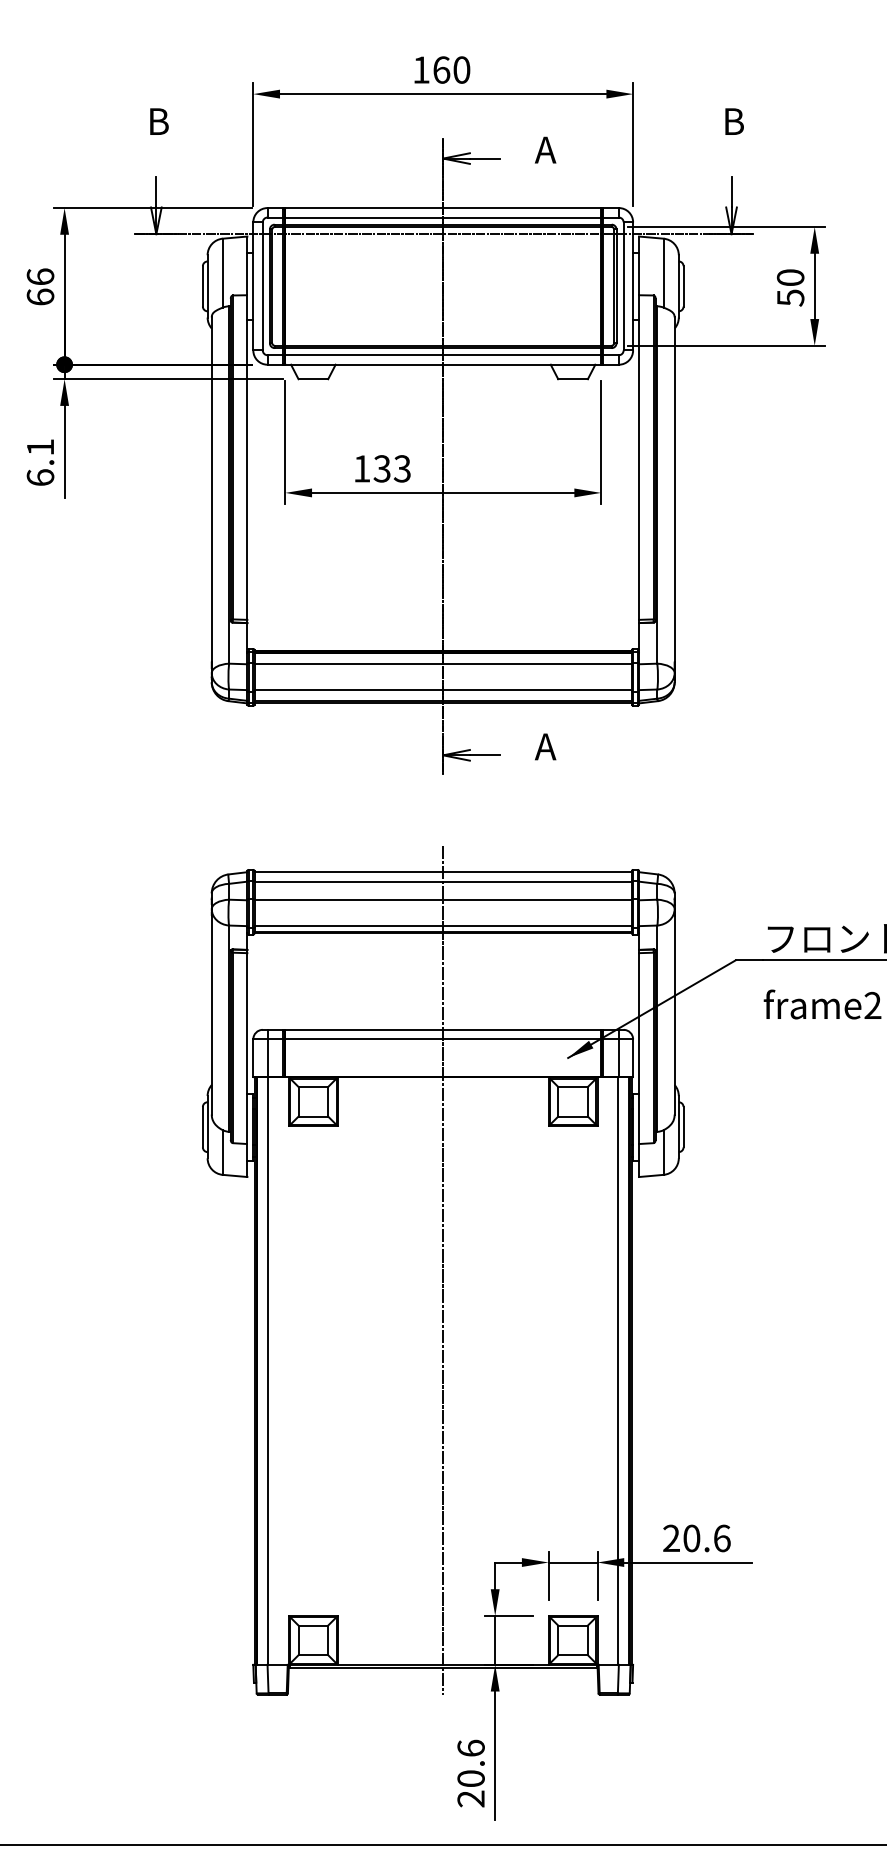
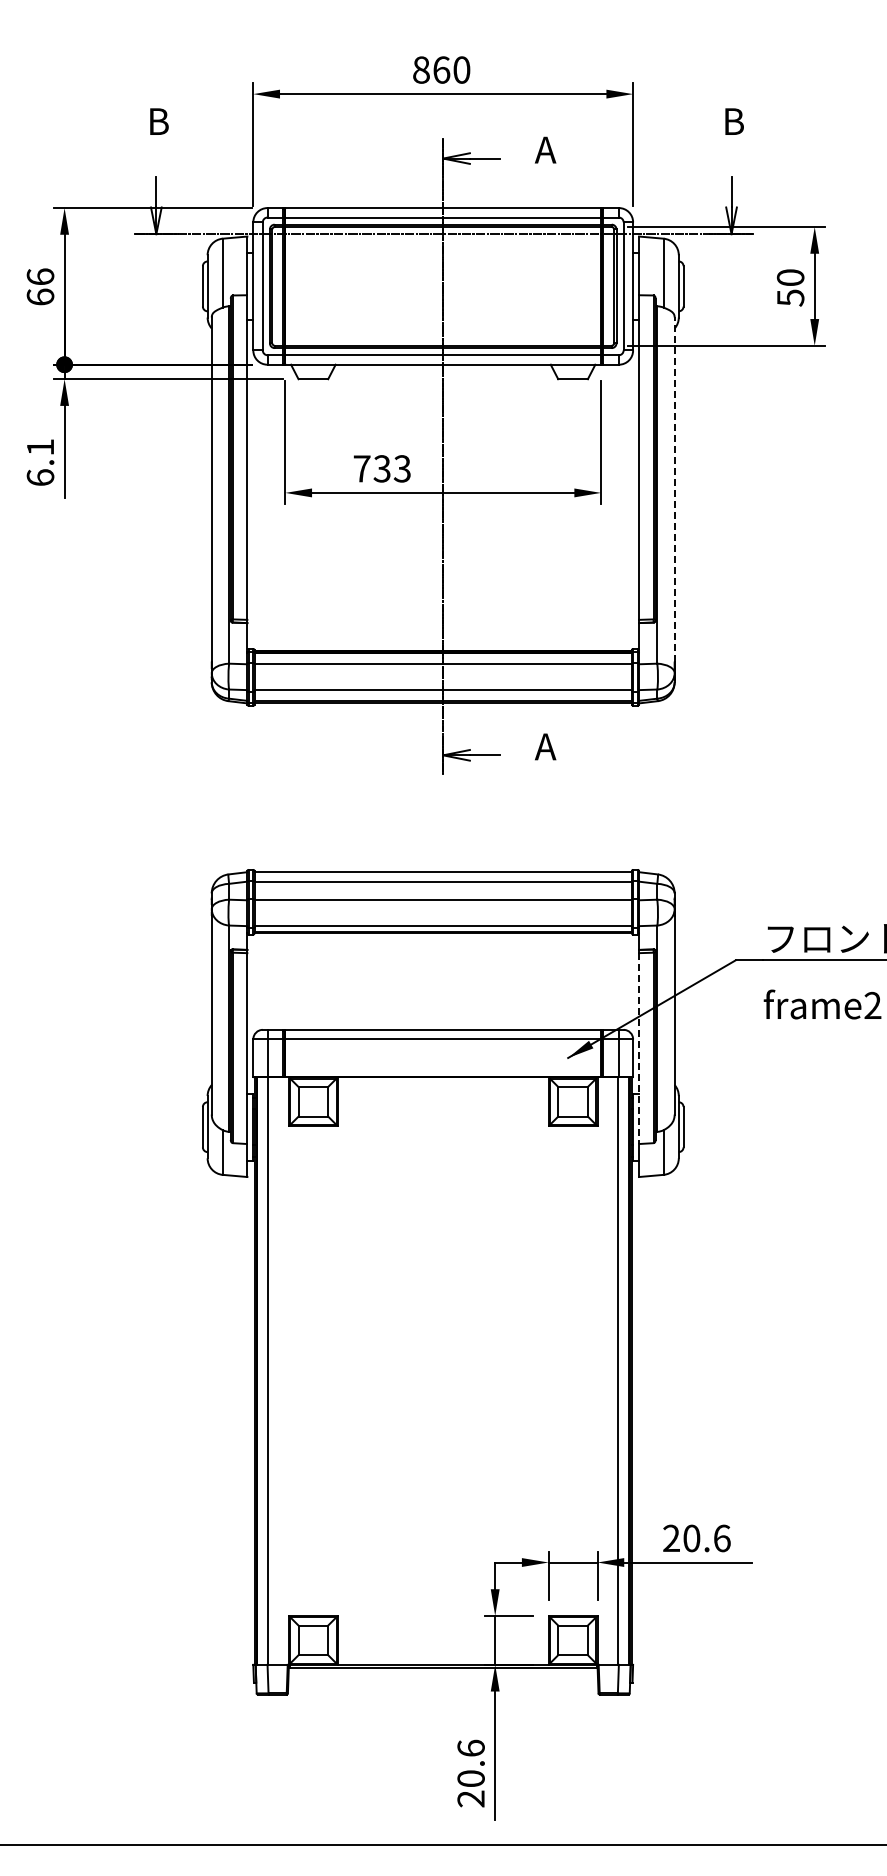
text at (421, 69): 160 -> 860
text at (361, 468): 133 -> 733
line at (674, 489): solid -> dashed
line at (639, 1049): solid -> dashed
line at (443, 1270): present -> none
